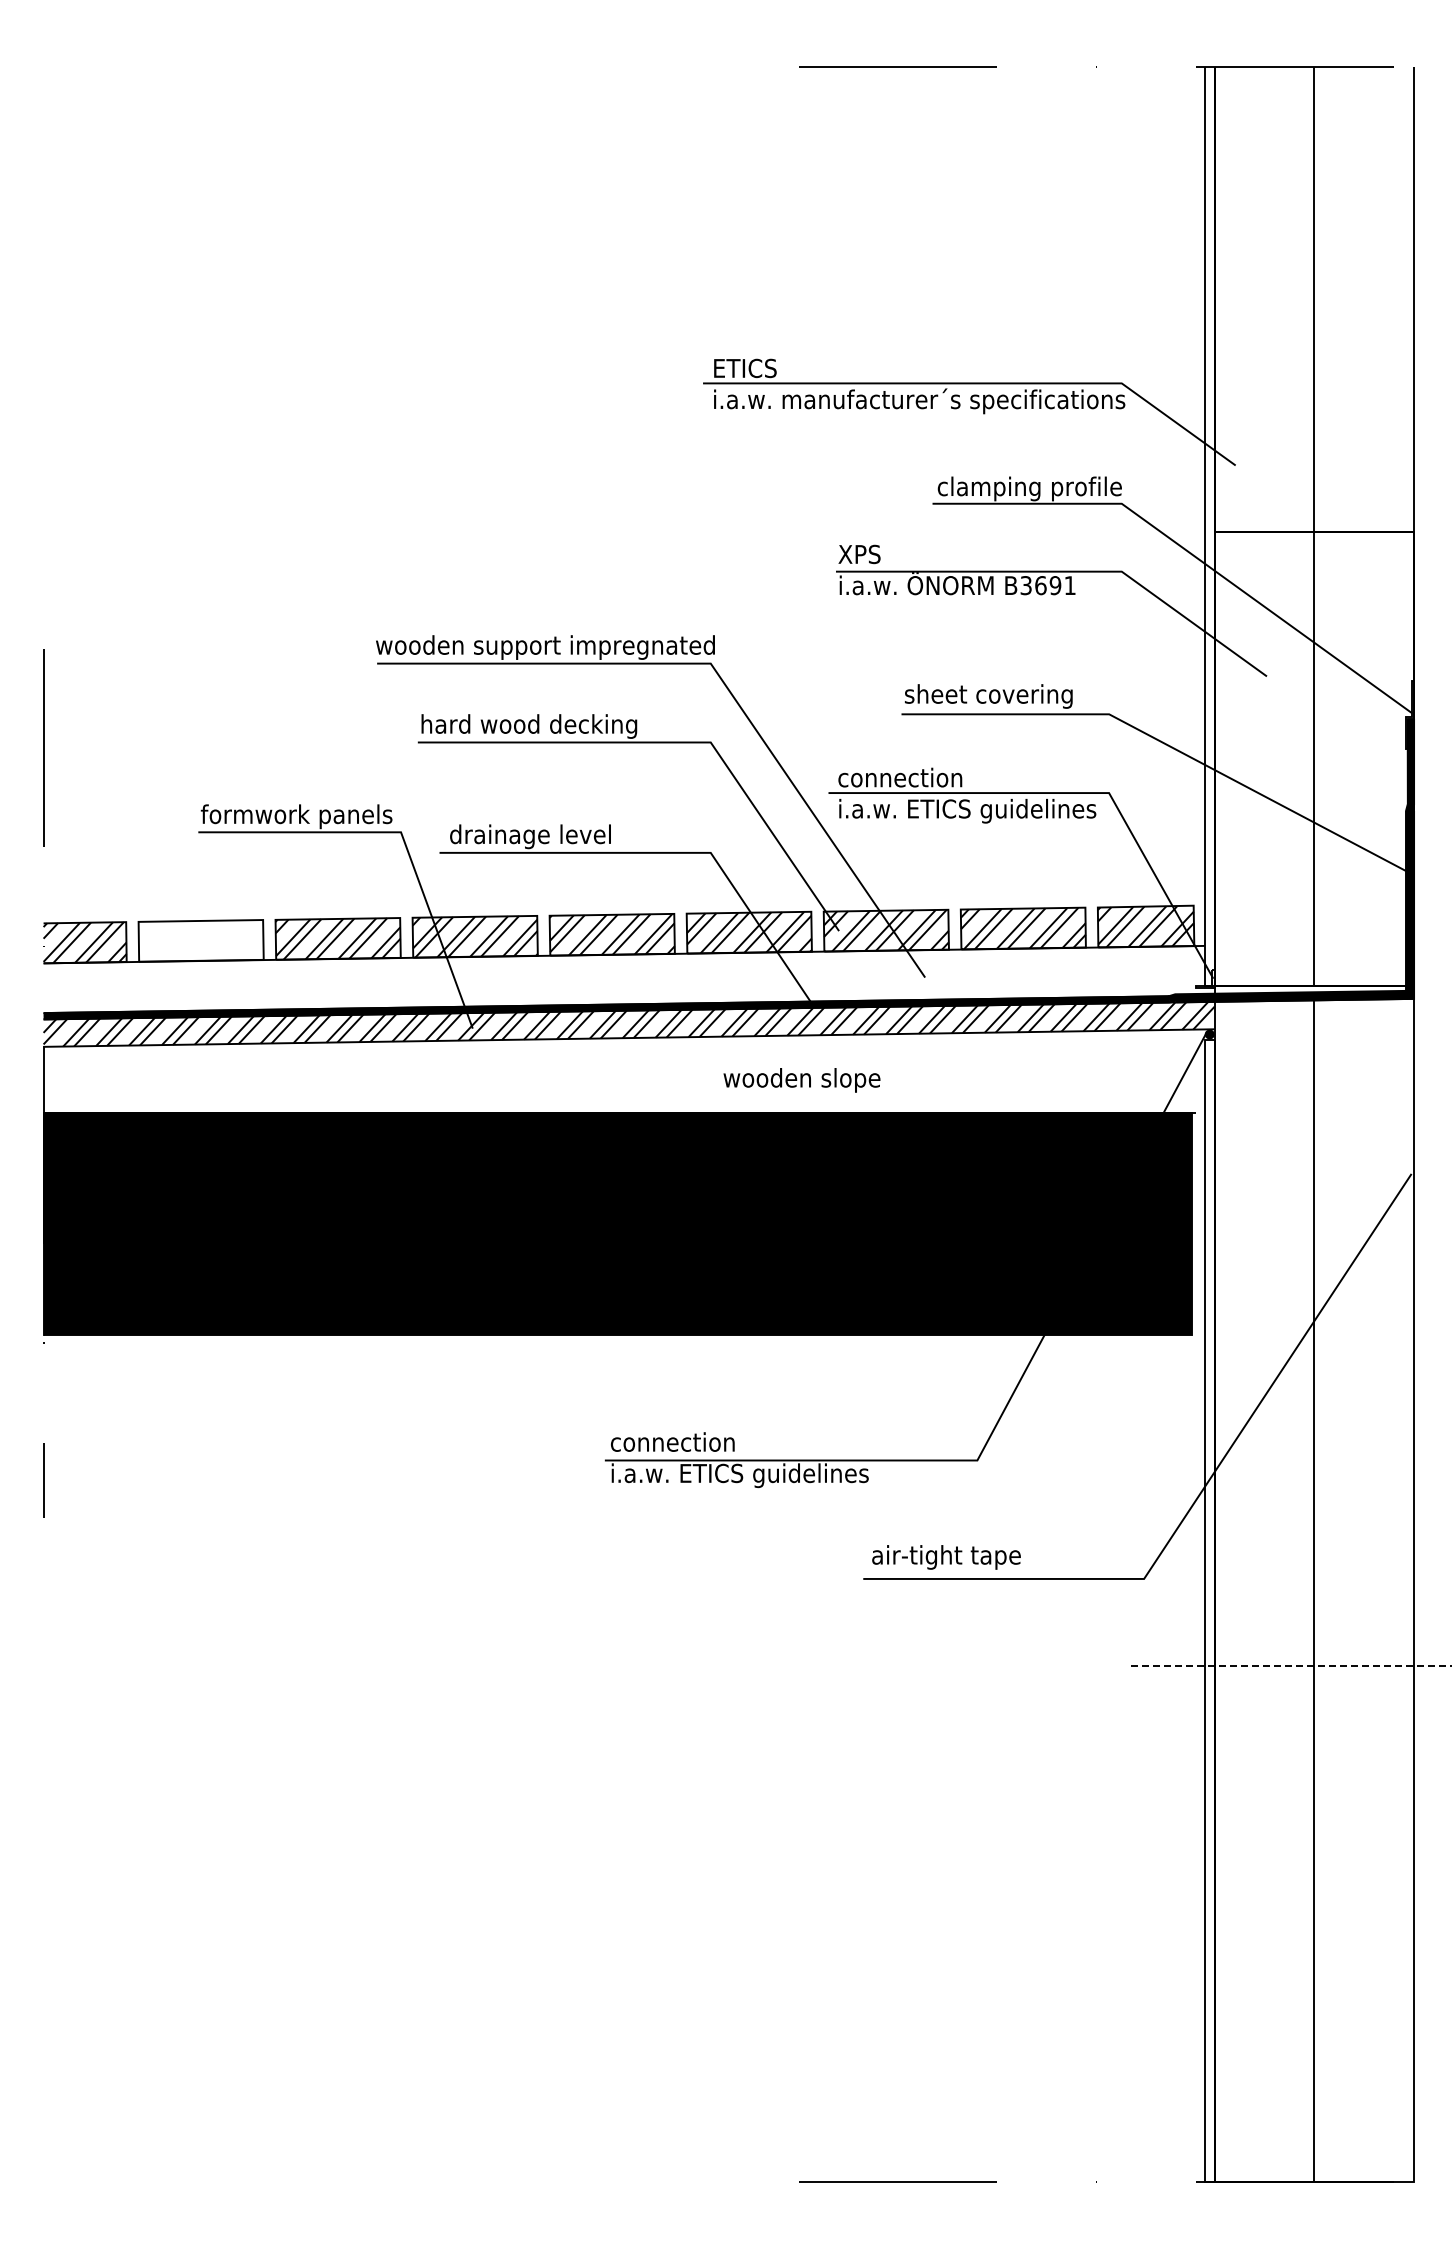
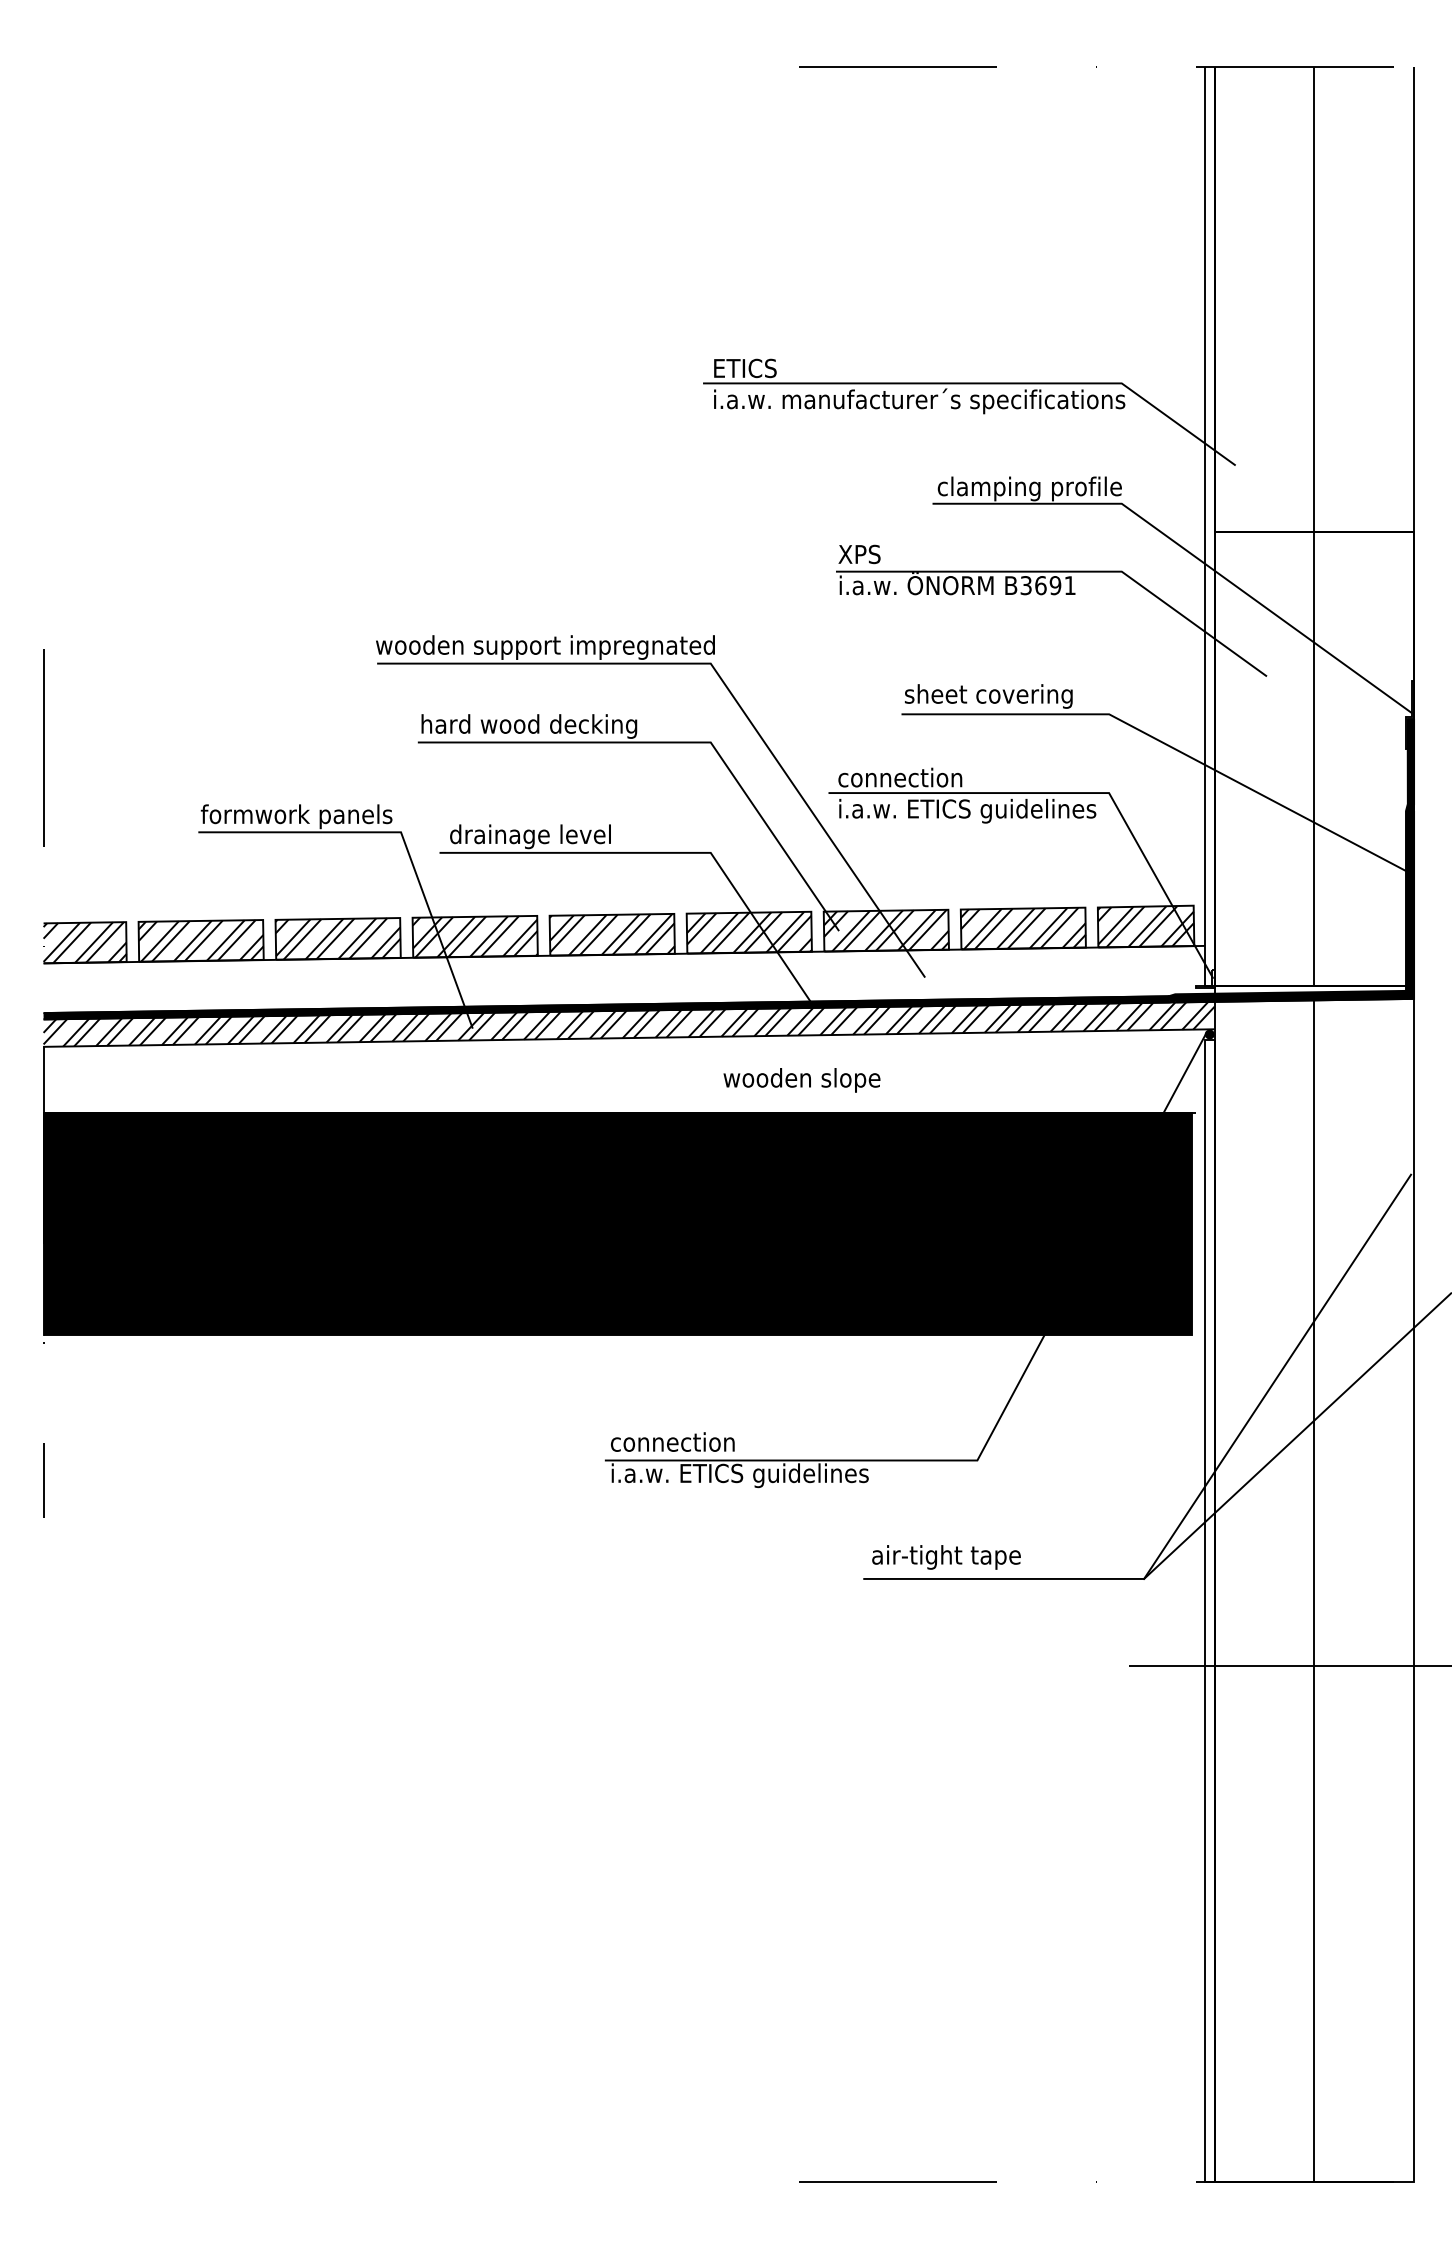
hatch at (200, 940): none -> present
line at (1296, 1437): none -> present
line at (1289, 1666): dashed -> solid
